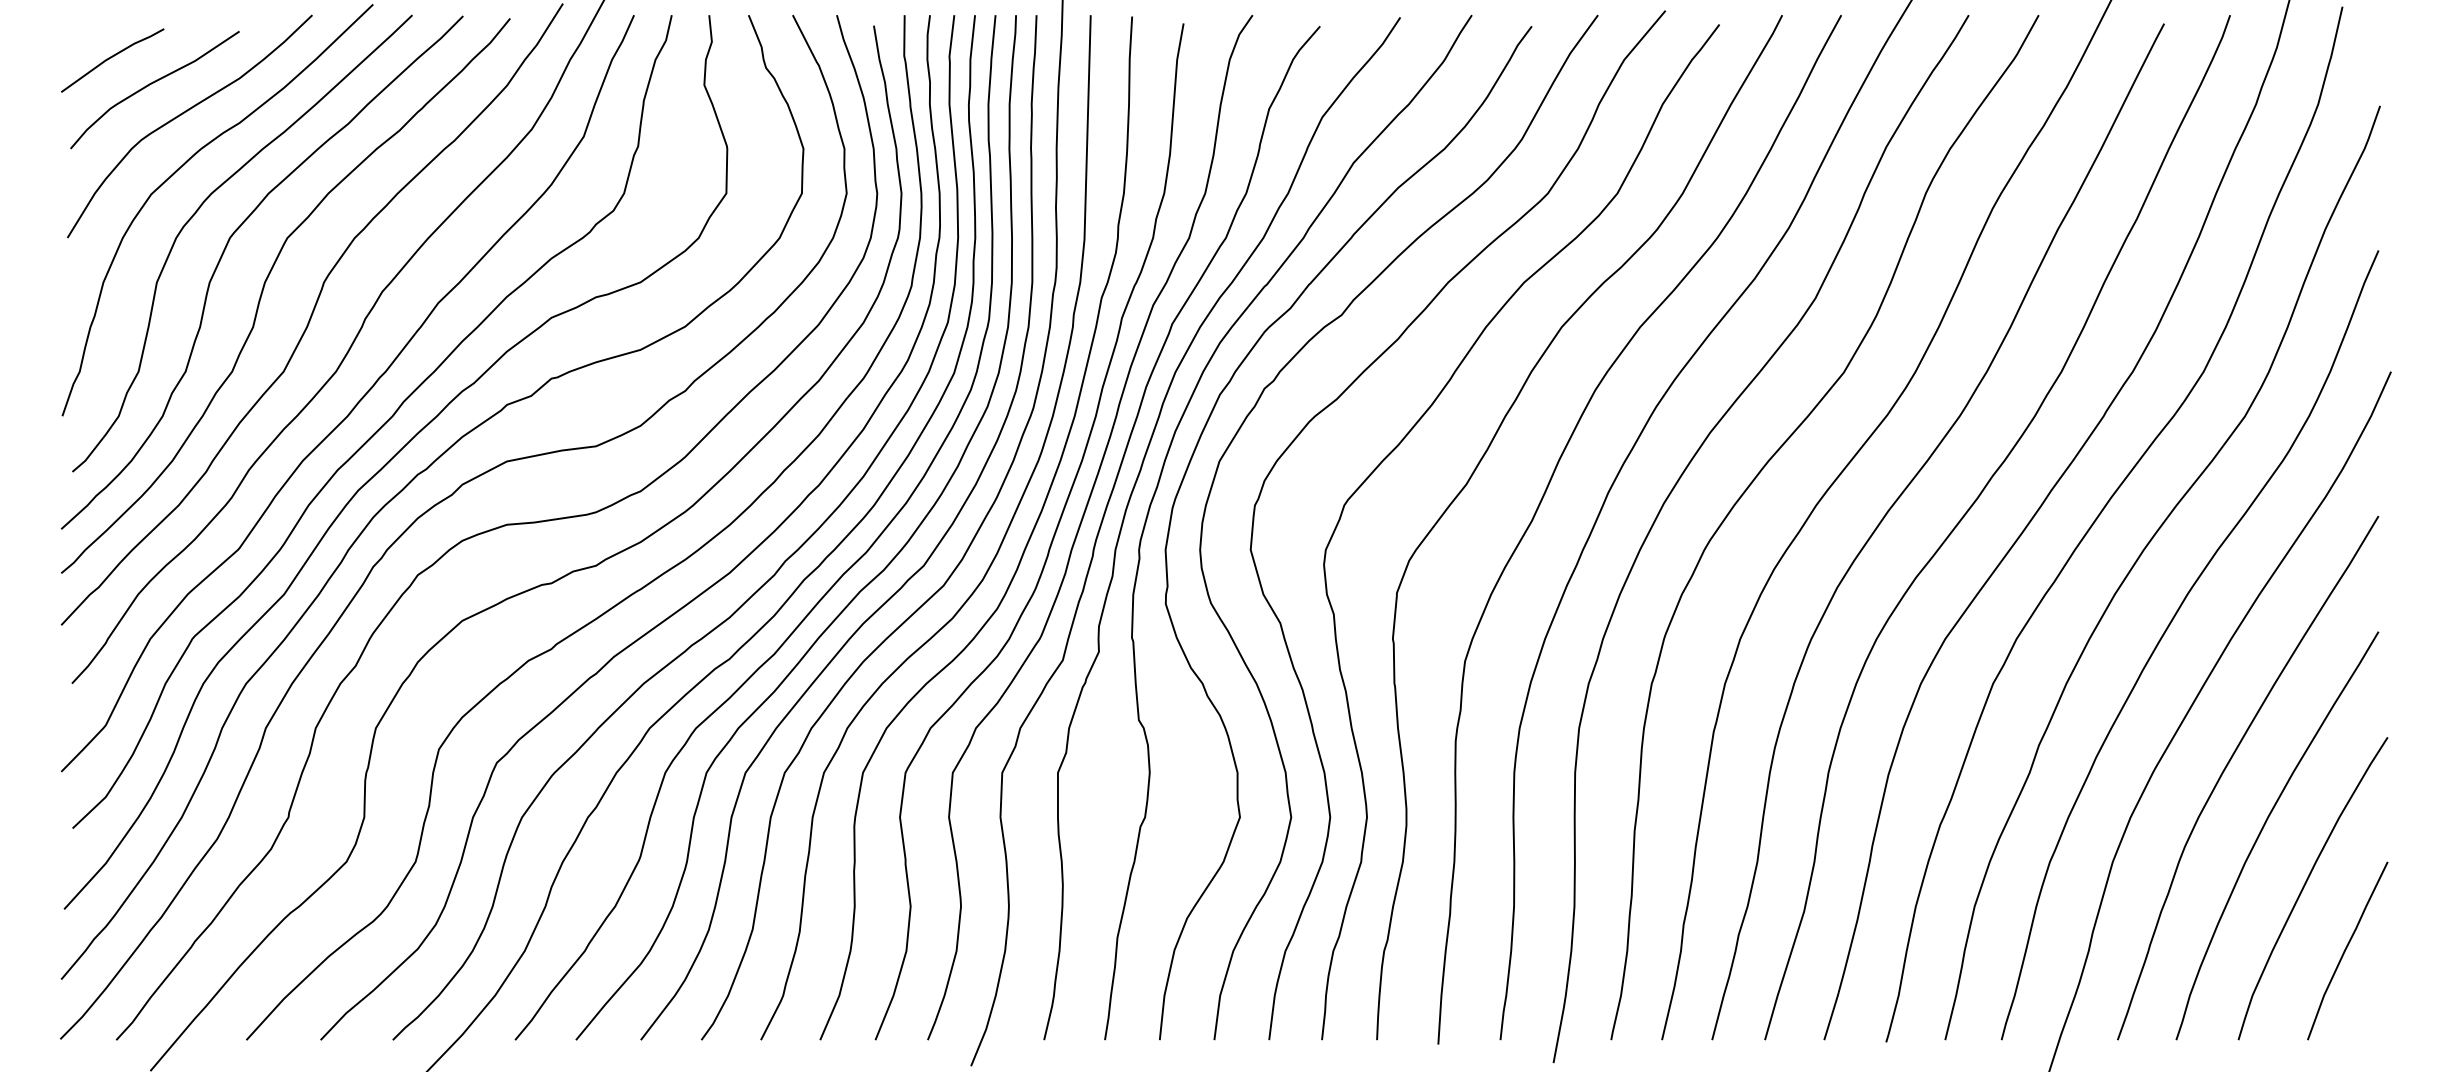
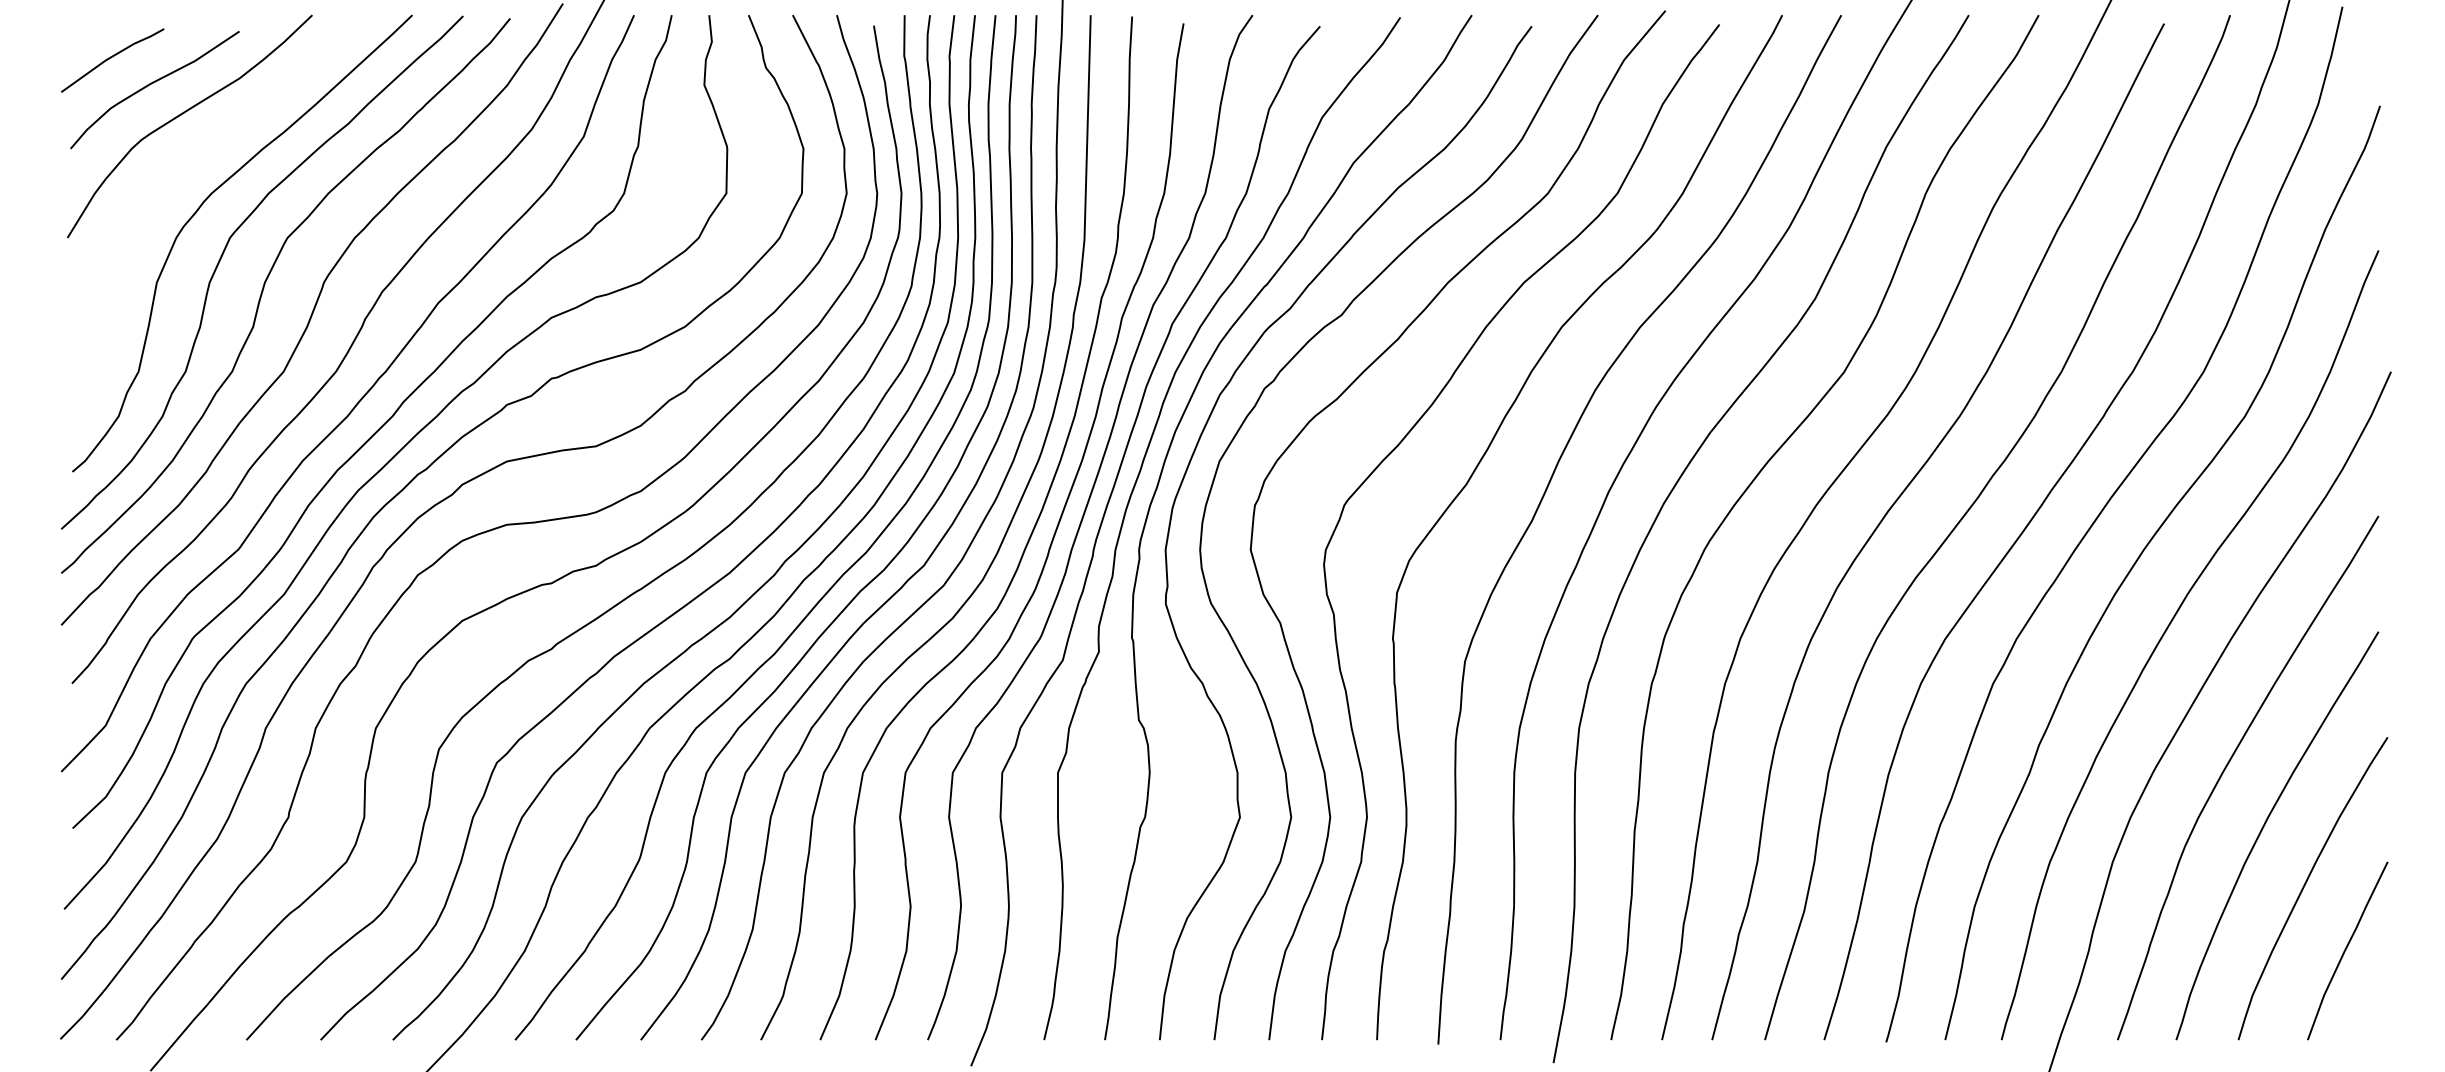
curve at (183, 166): present -> none
